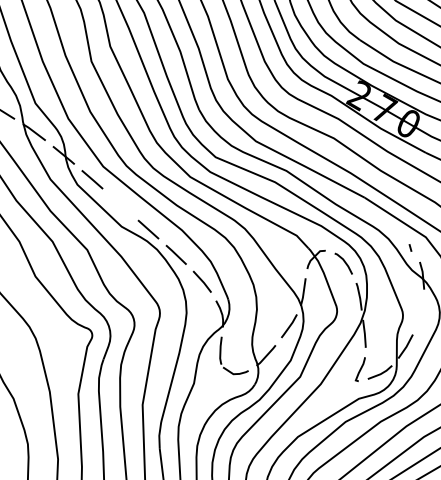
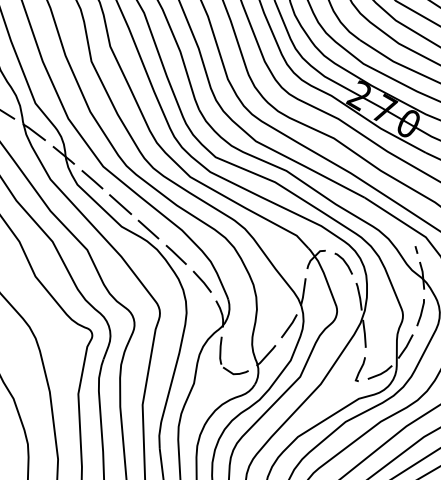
line at (120, 204): none -> present
line at (410, 247) position: (410, 247) -> (416, 249)
line at (420, 312): none -> present
